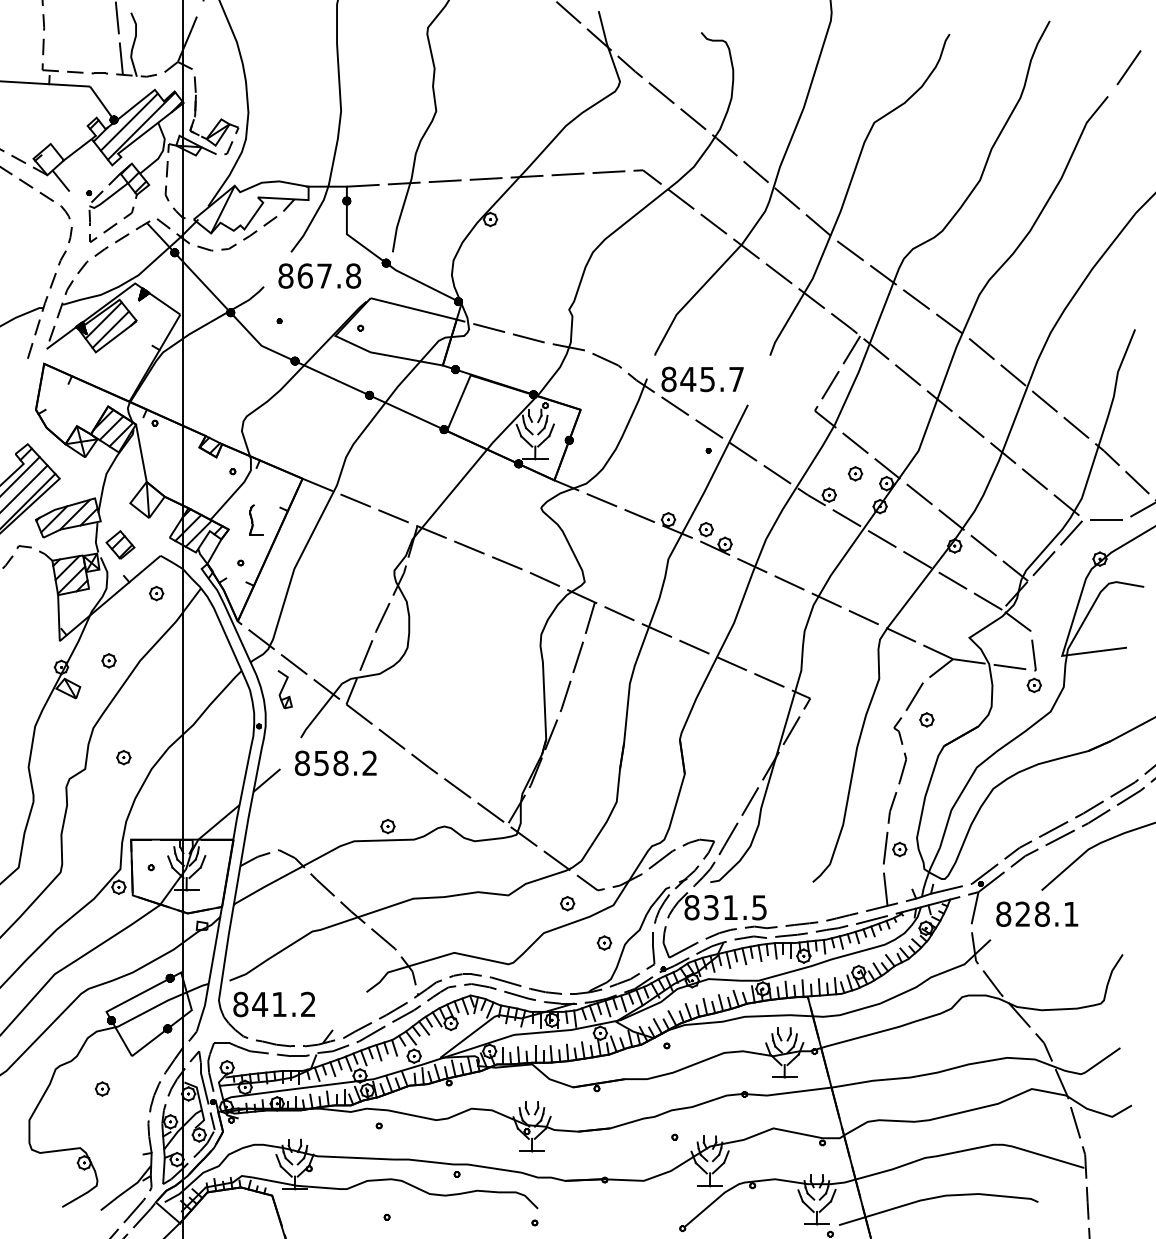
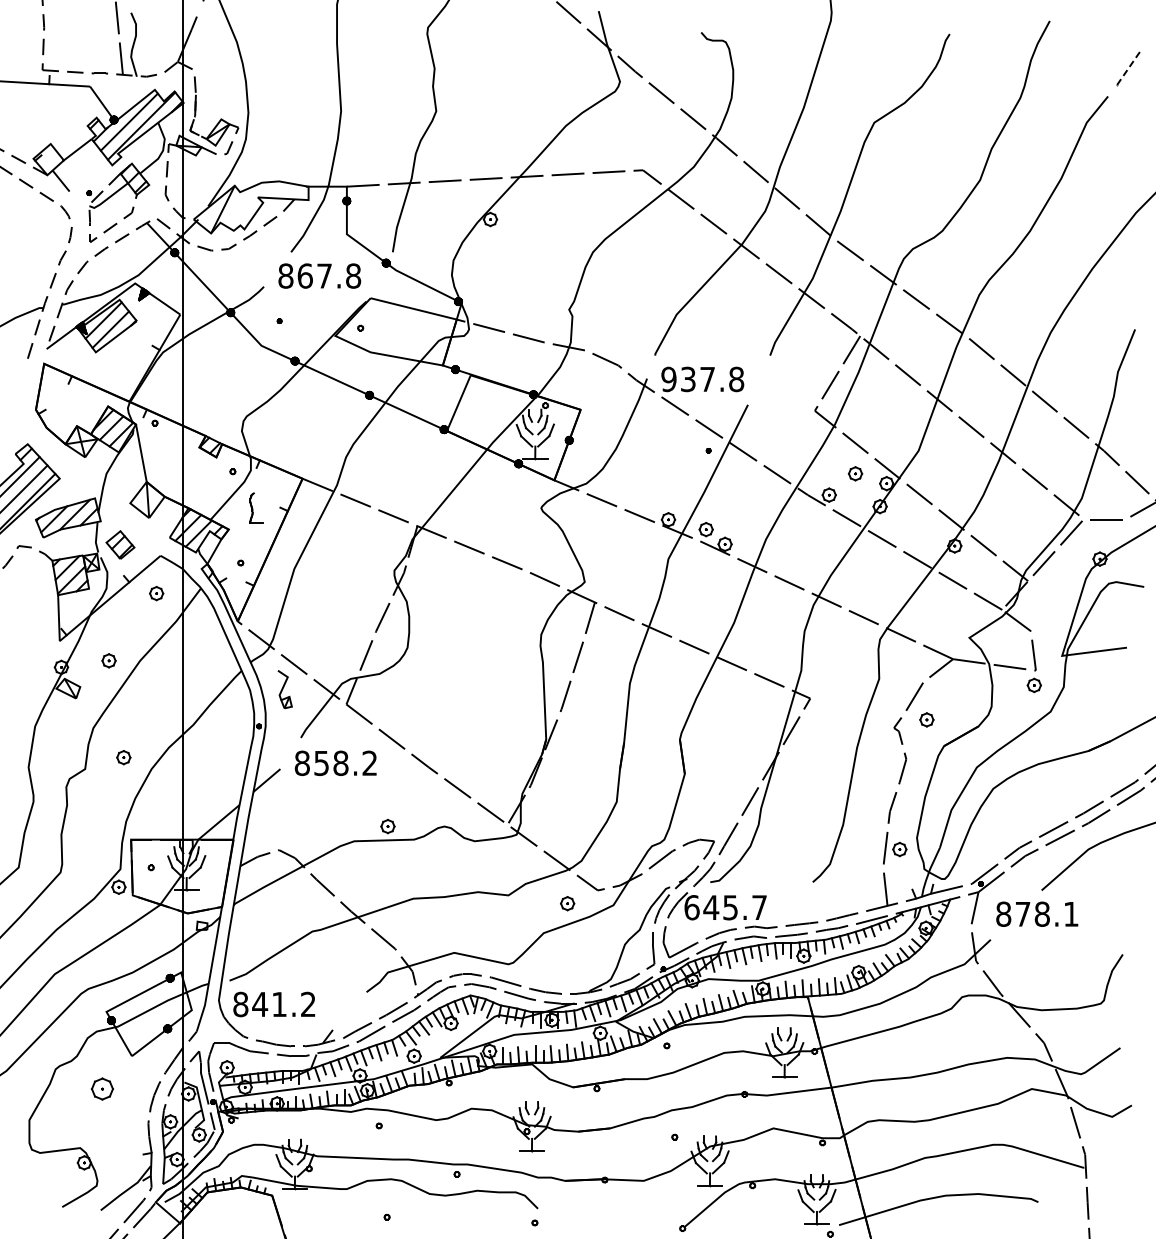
line at (1129, 67): solid -> dashed
text at (702, 379): 845.7 -> 937.8
part at (256, 519) position: (256, 519) -> (256, 507)
text at (725, 907): 831.5 -> 645.7
text at (1022, 913): 828.1 -> 878.1
part at (604, 942): present -> none
part at (102, 1088) size: 17x16 px -> 23x24 px
